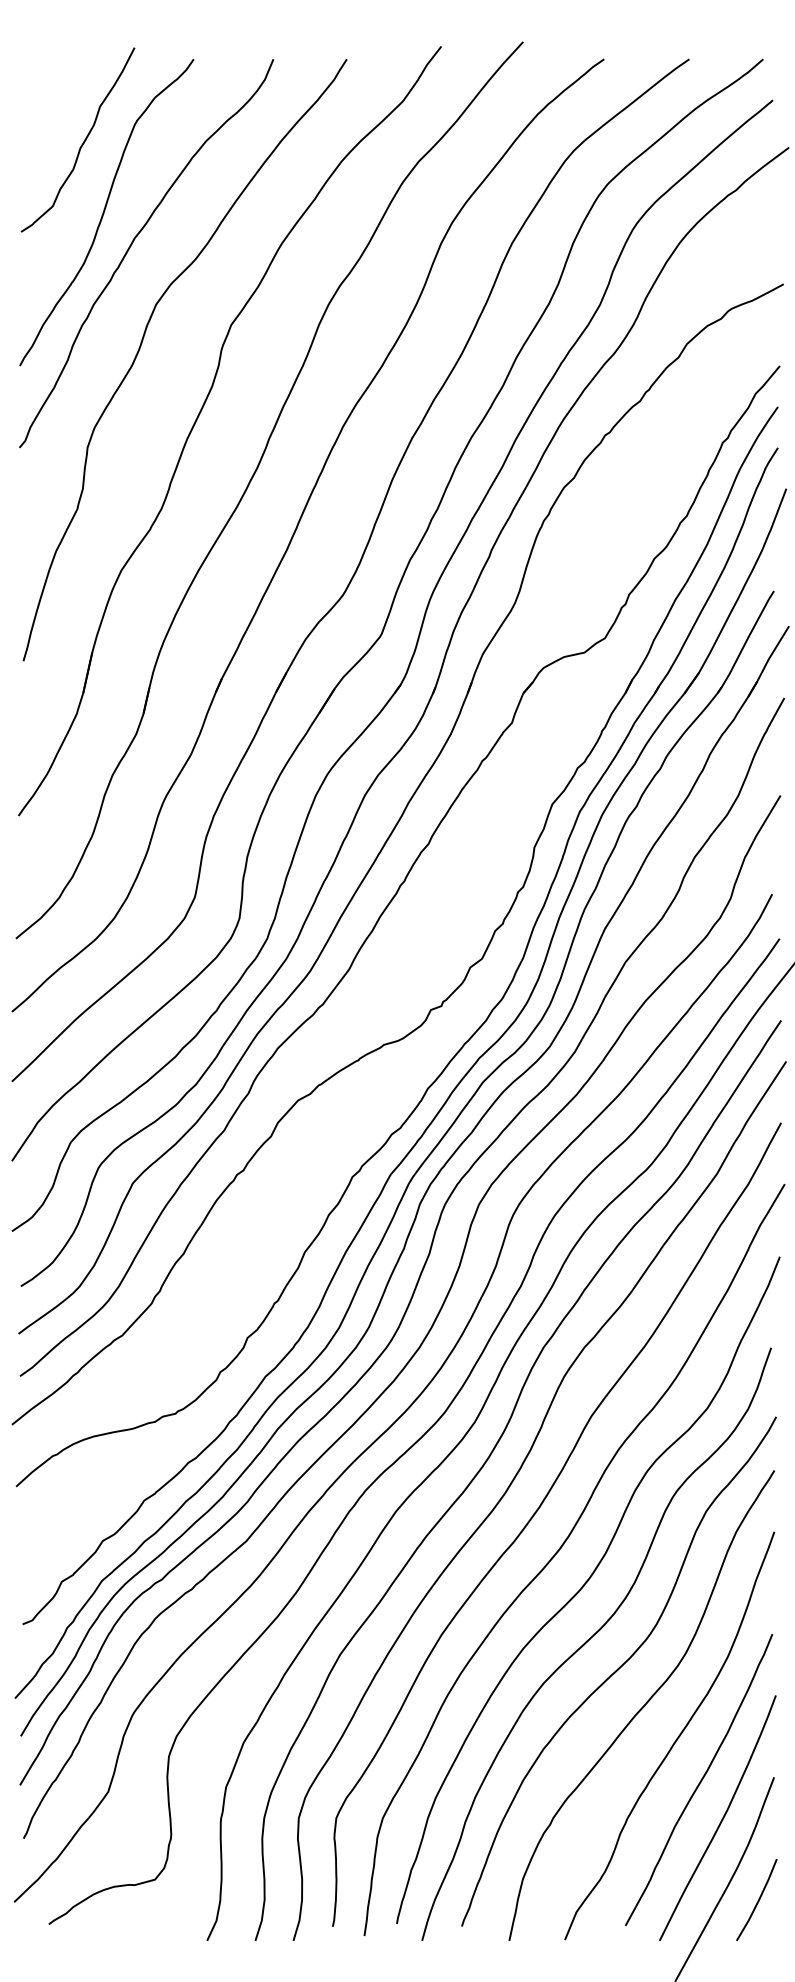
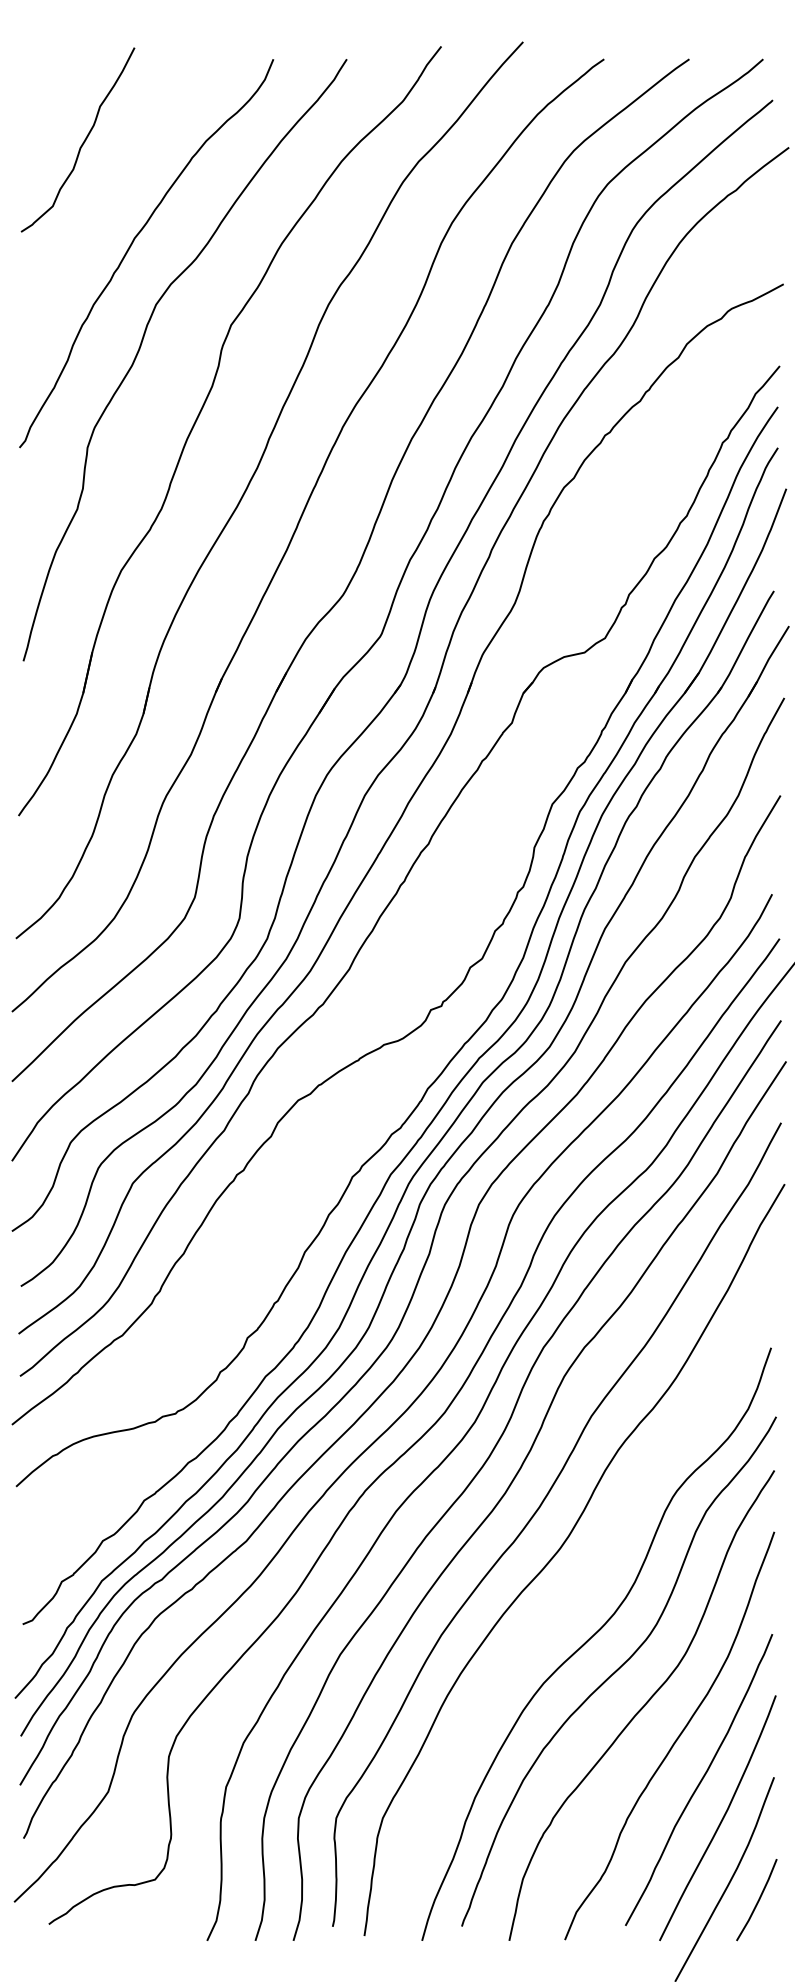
curve at (104, 212): present -> none
curve at (585, 1585): present -> none
